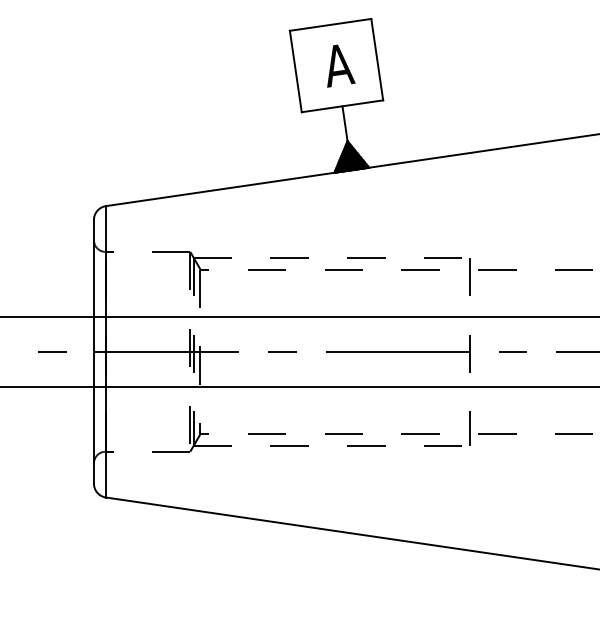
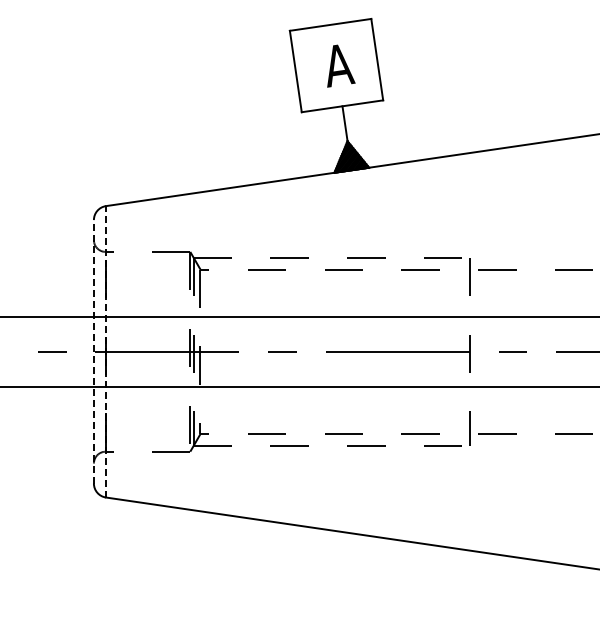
line at (93, 351): solid -> dashed
line at (105, 351): solid -> dashed
